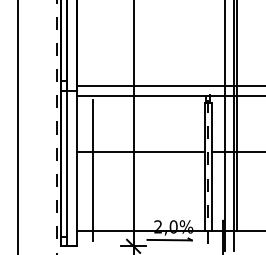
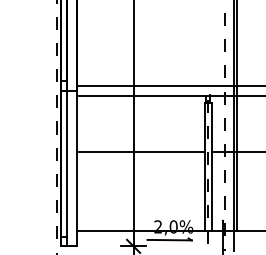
line at (224, 125): solid -> dashed
line at (17, 126): present -> none
line at (92, 170): present -> none
